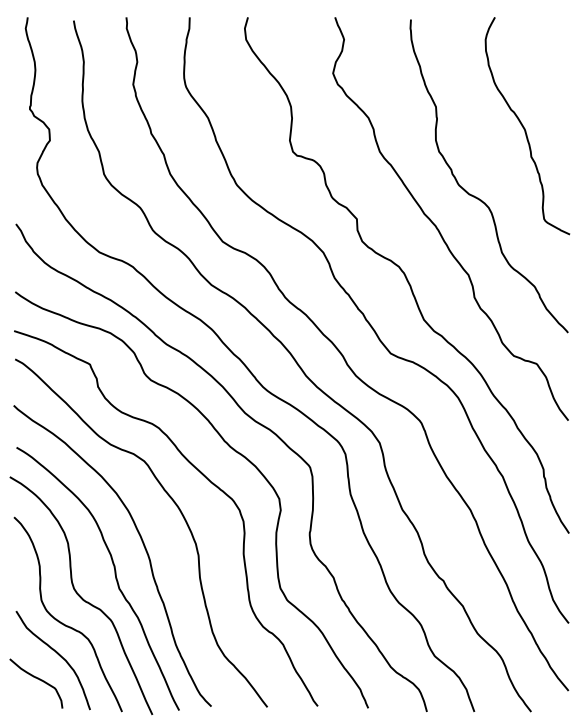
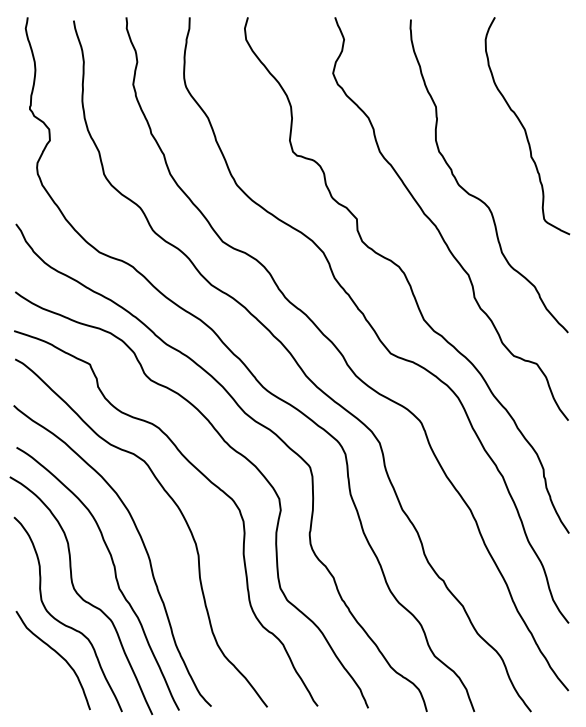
curve at (37, 679): present -> none
